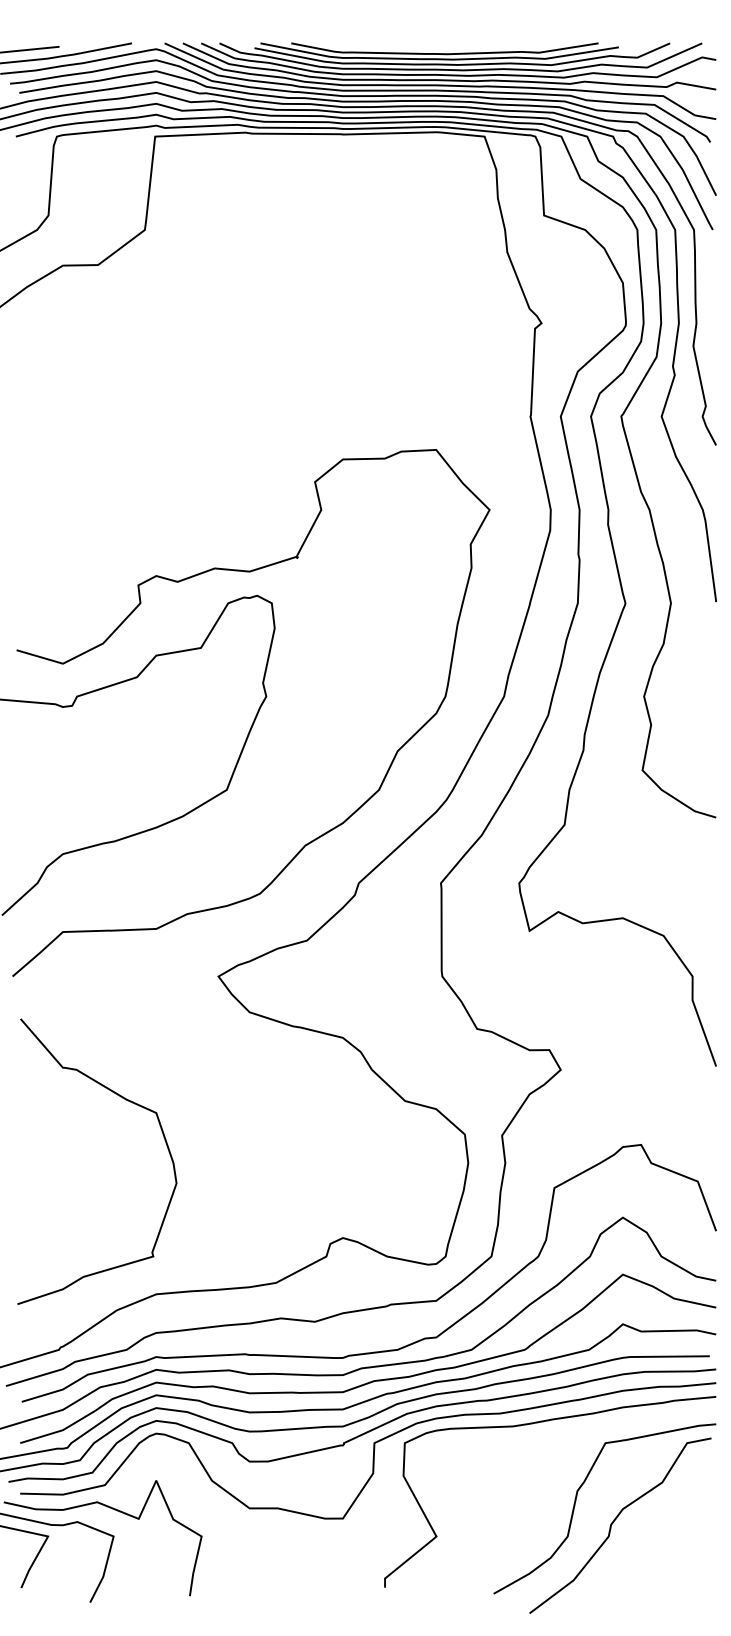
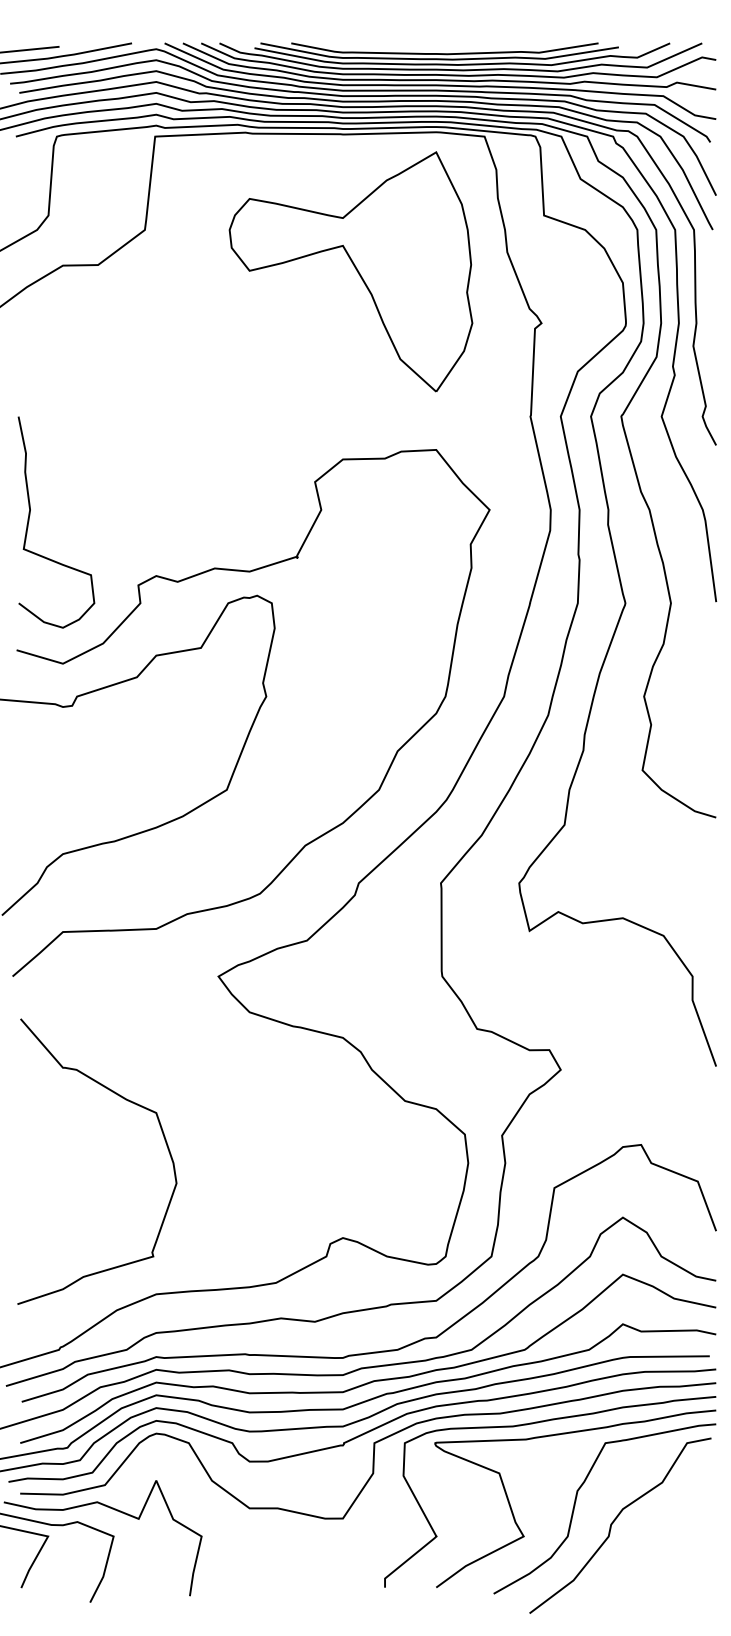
part at (350, 271): none -> present
curve at (30, 515): none -> present
curve at (520, 1528): none -> present
